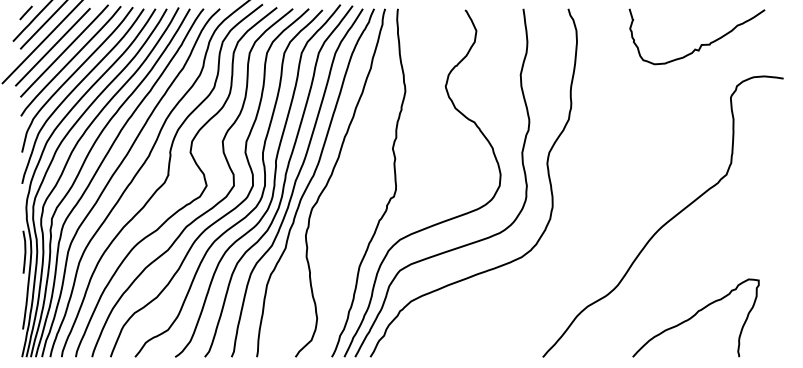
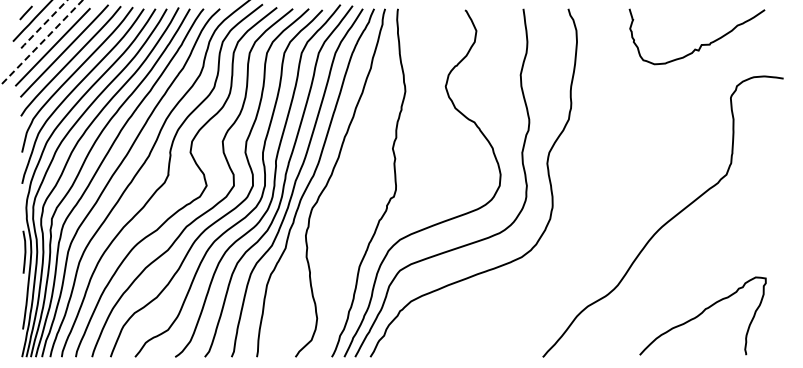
line at (43, 25): solid -> dashed
line at (42, 41): solid -> dashed
curve at (694, 316) position: (694, 316) -> (701, 314)
